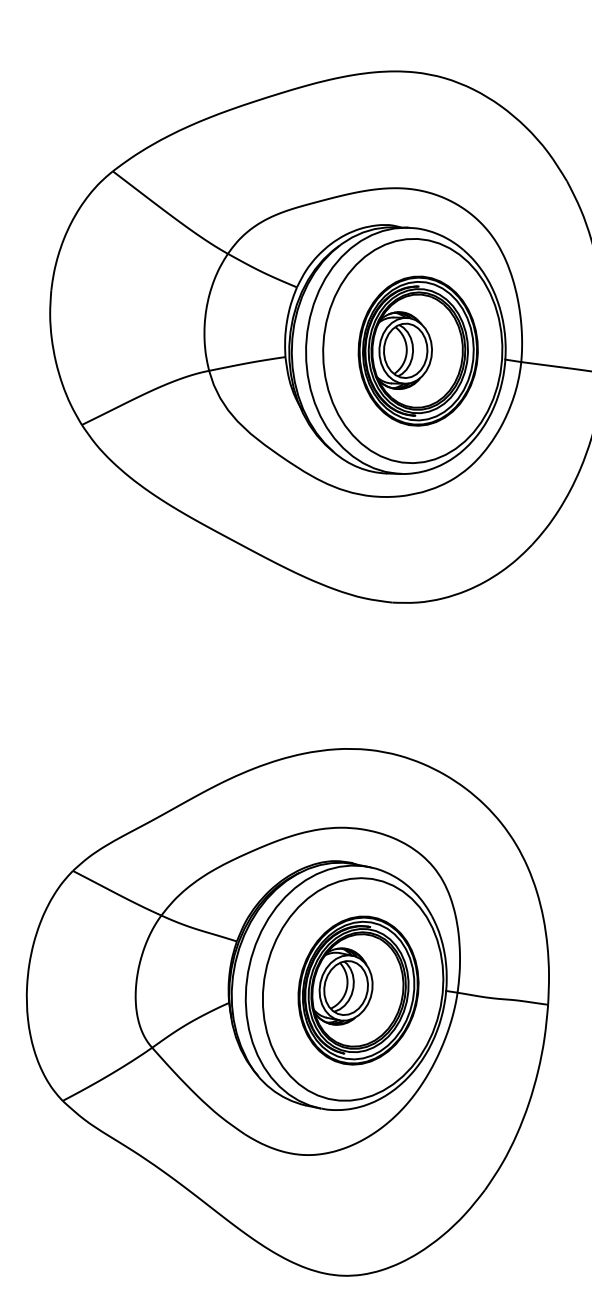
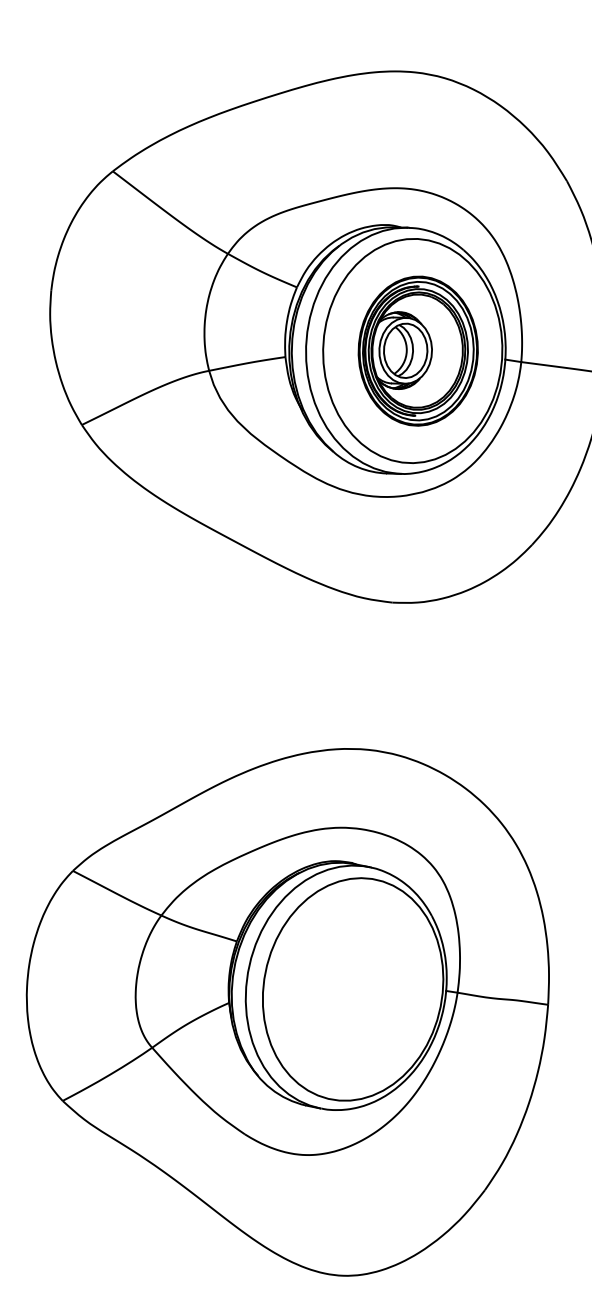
part at (358, 990): present -> none
